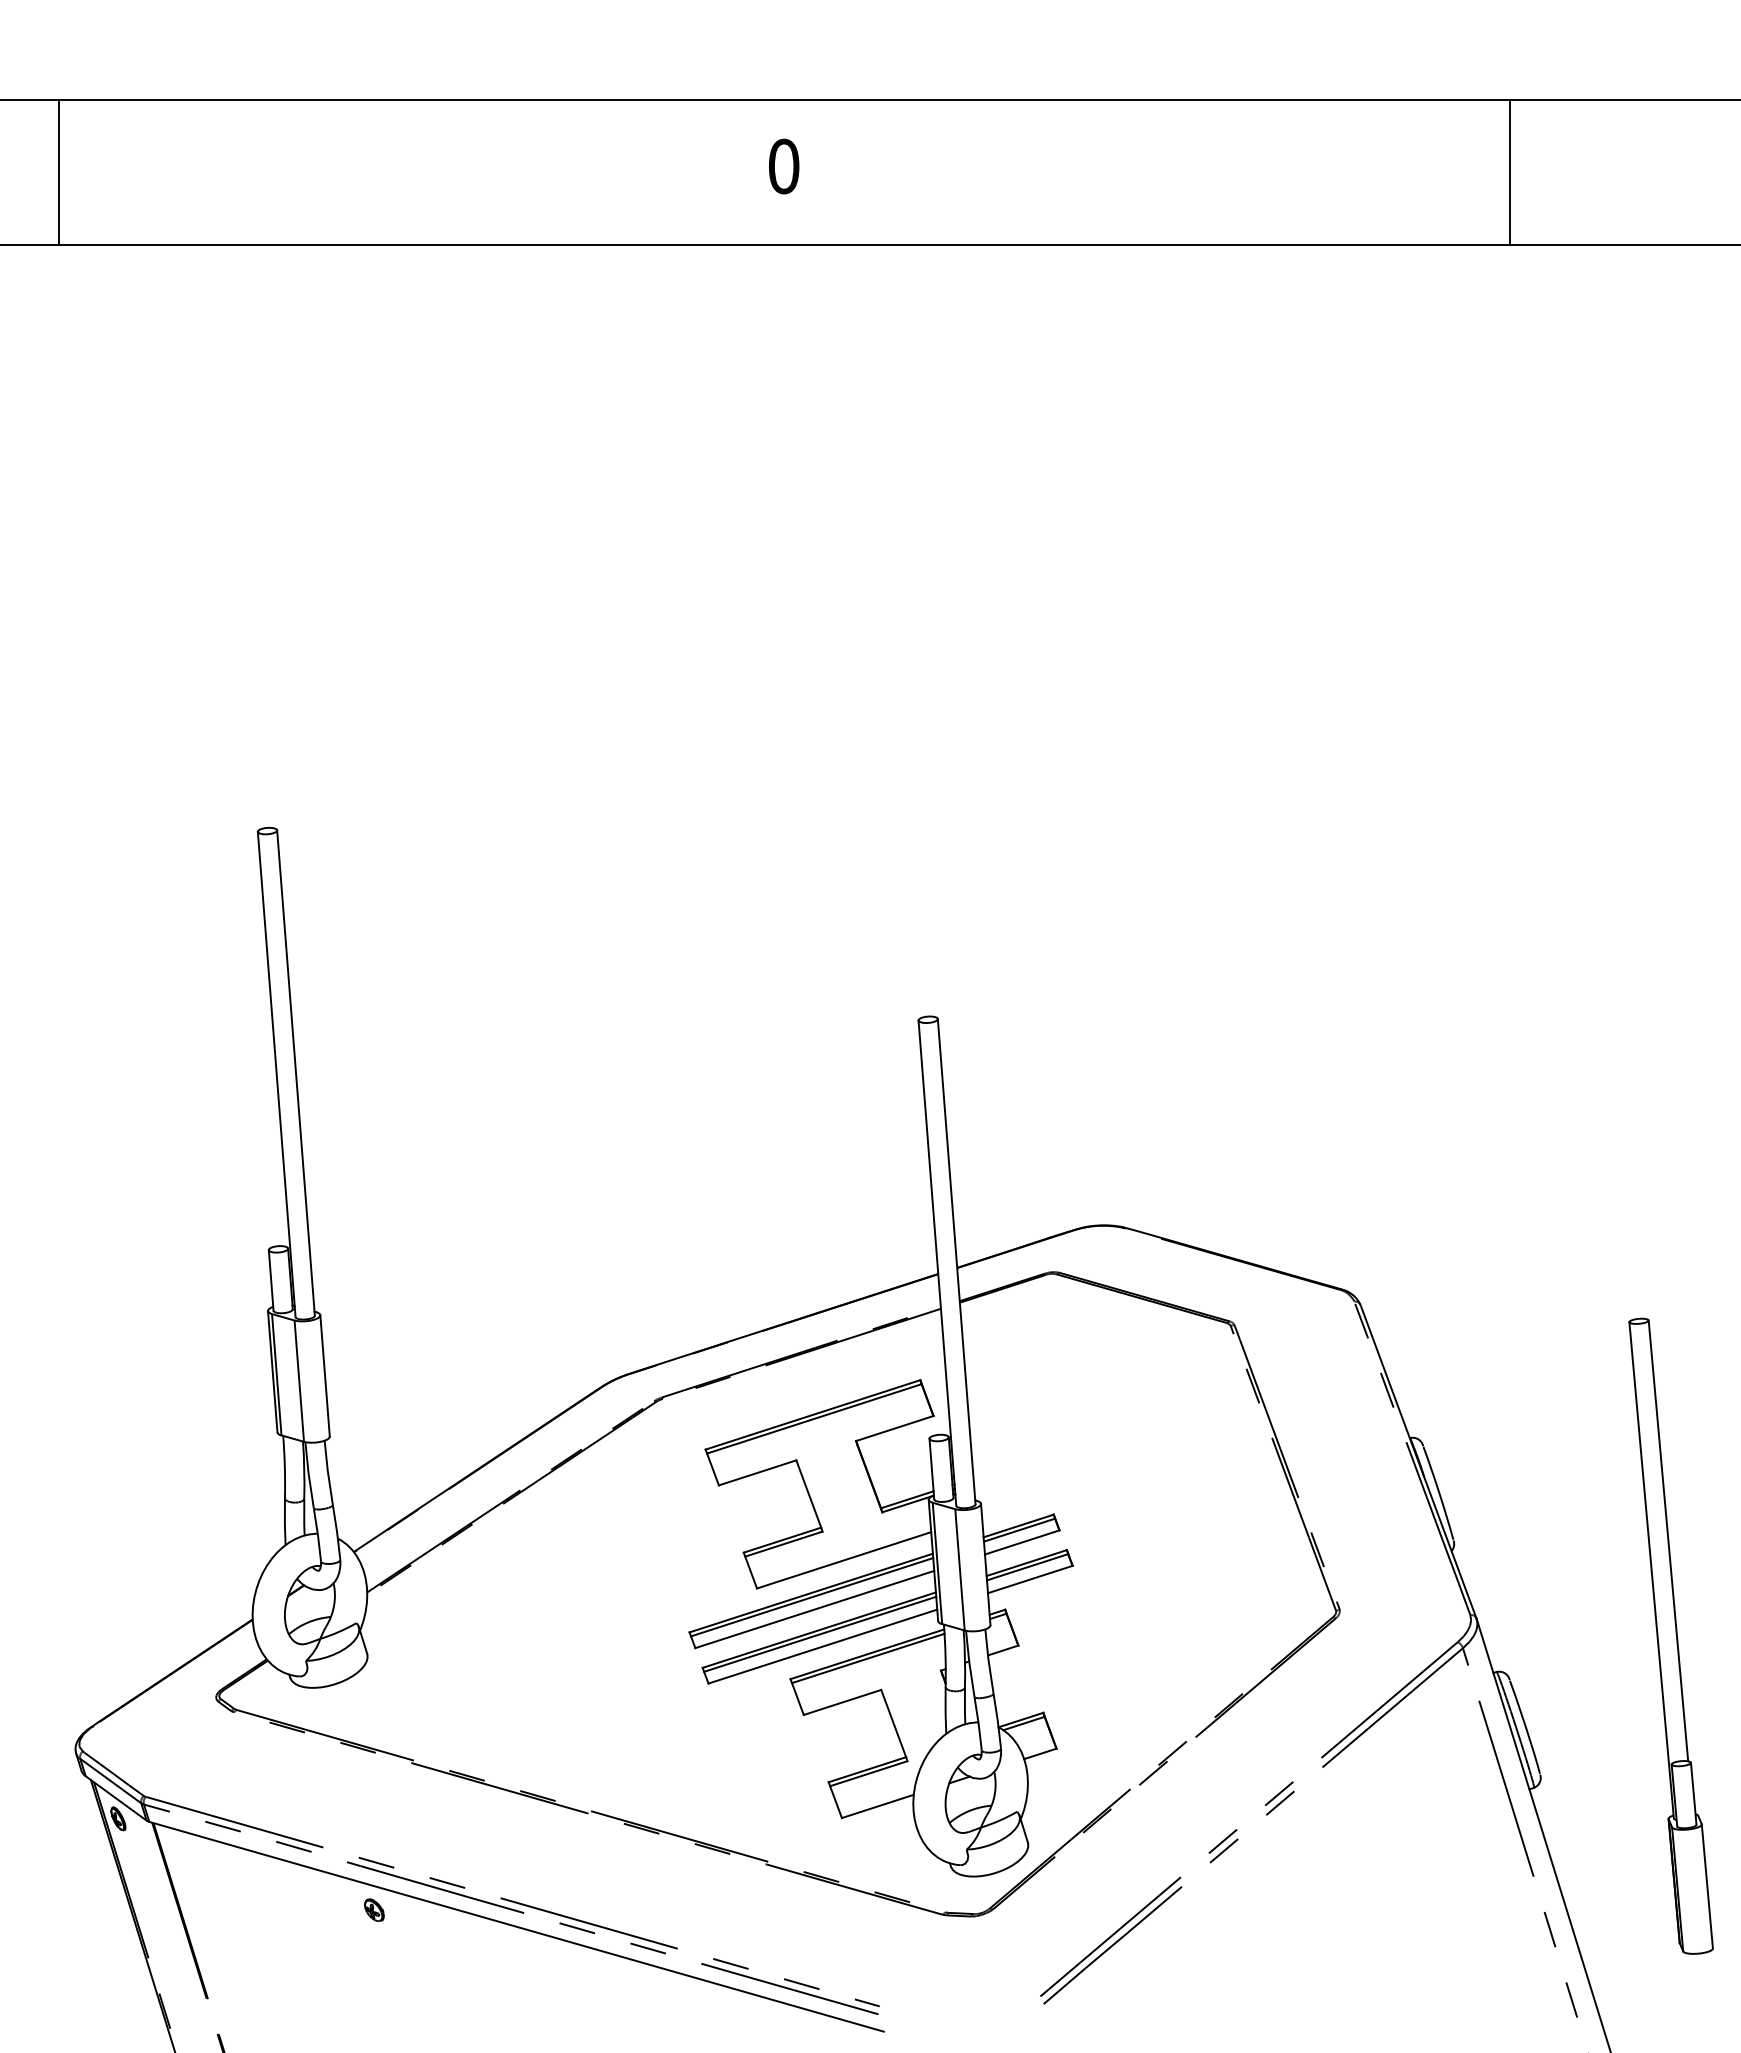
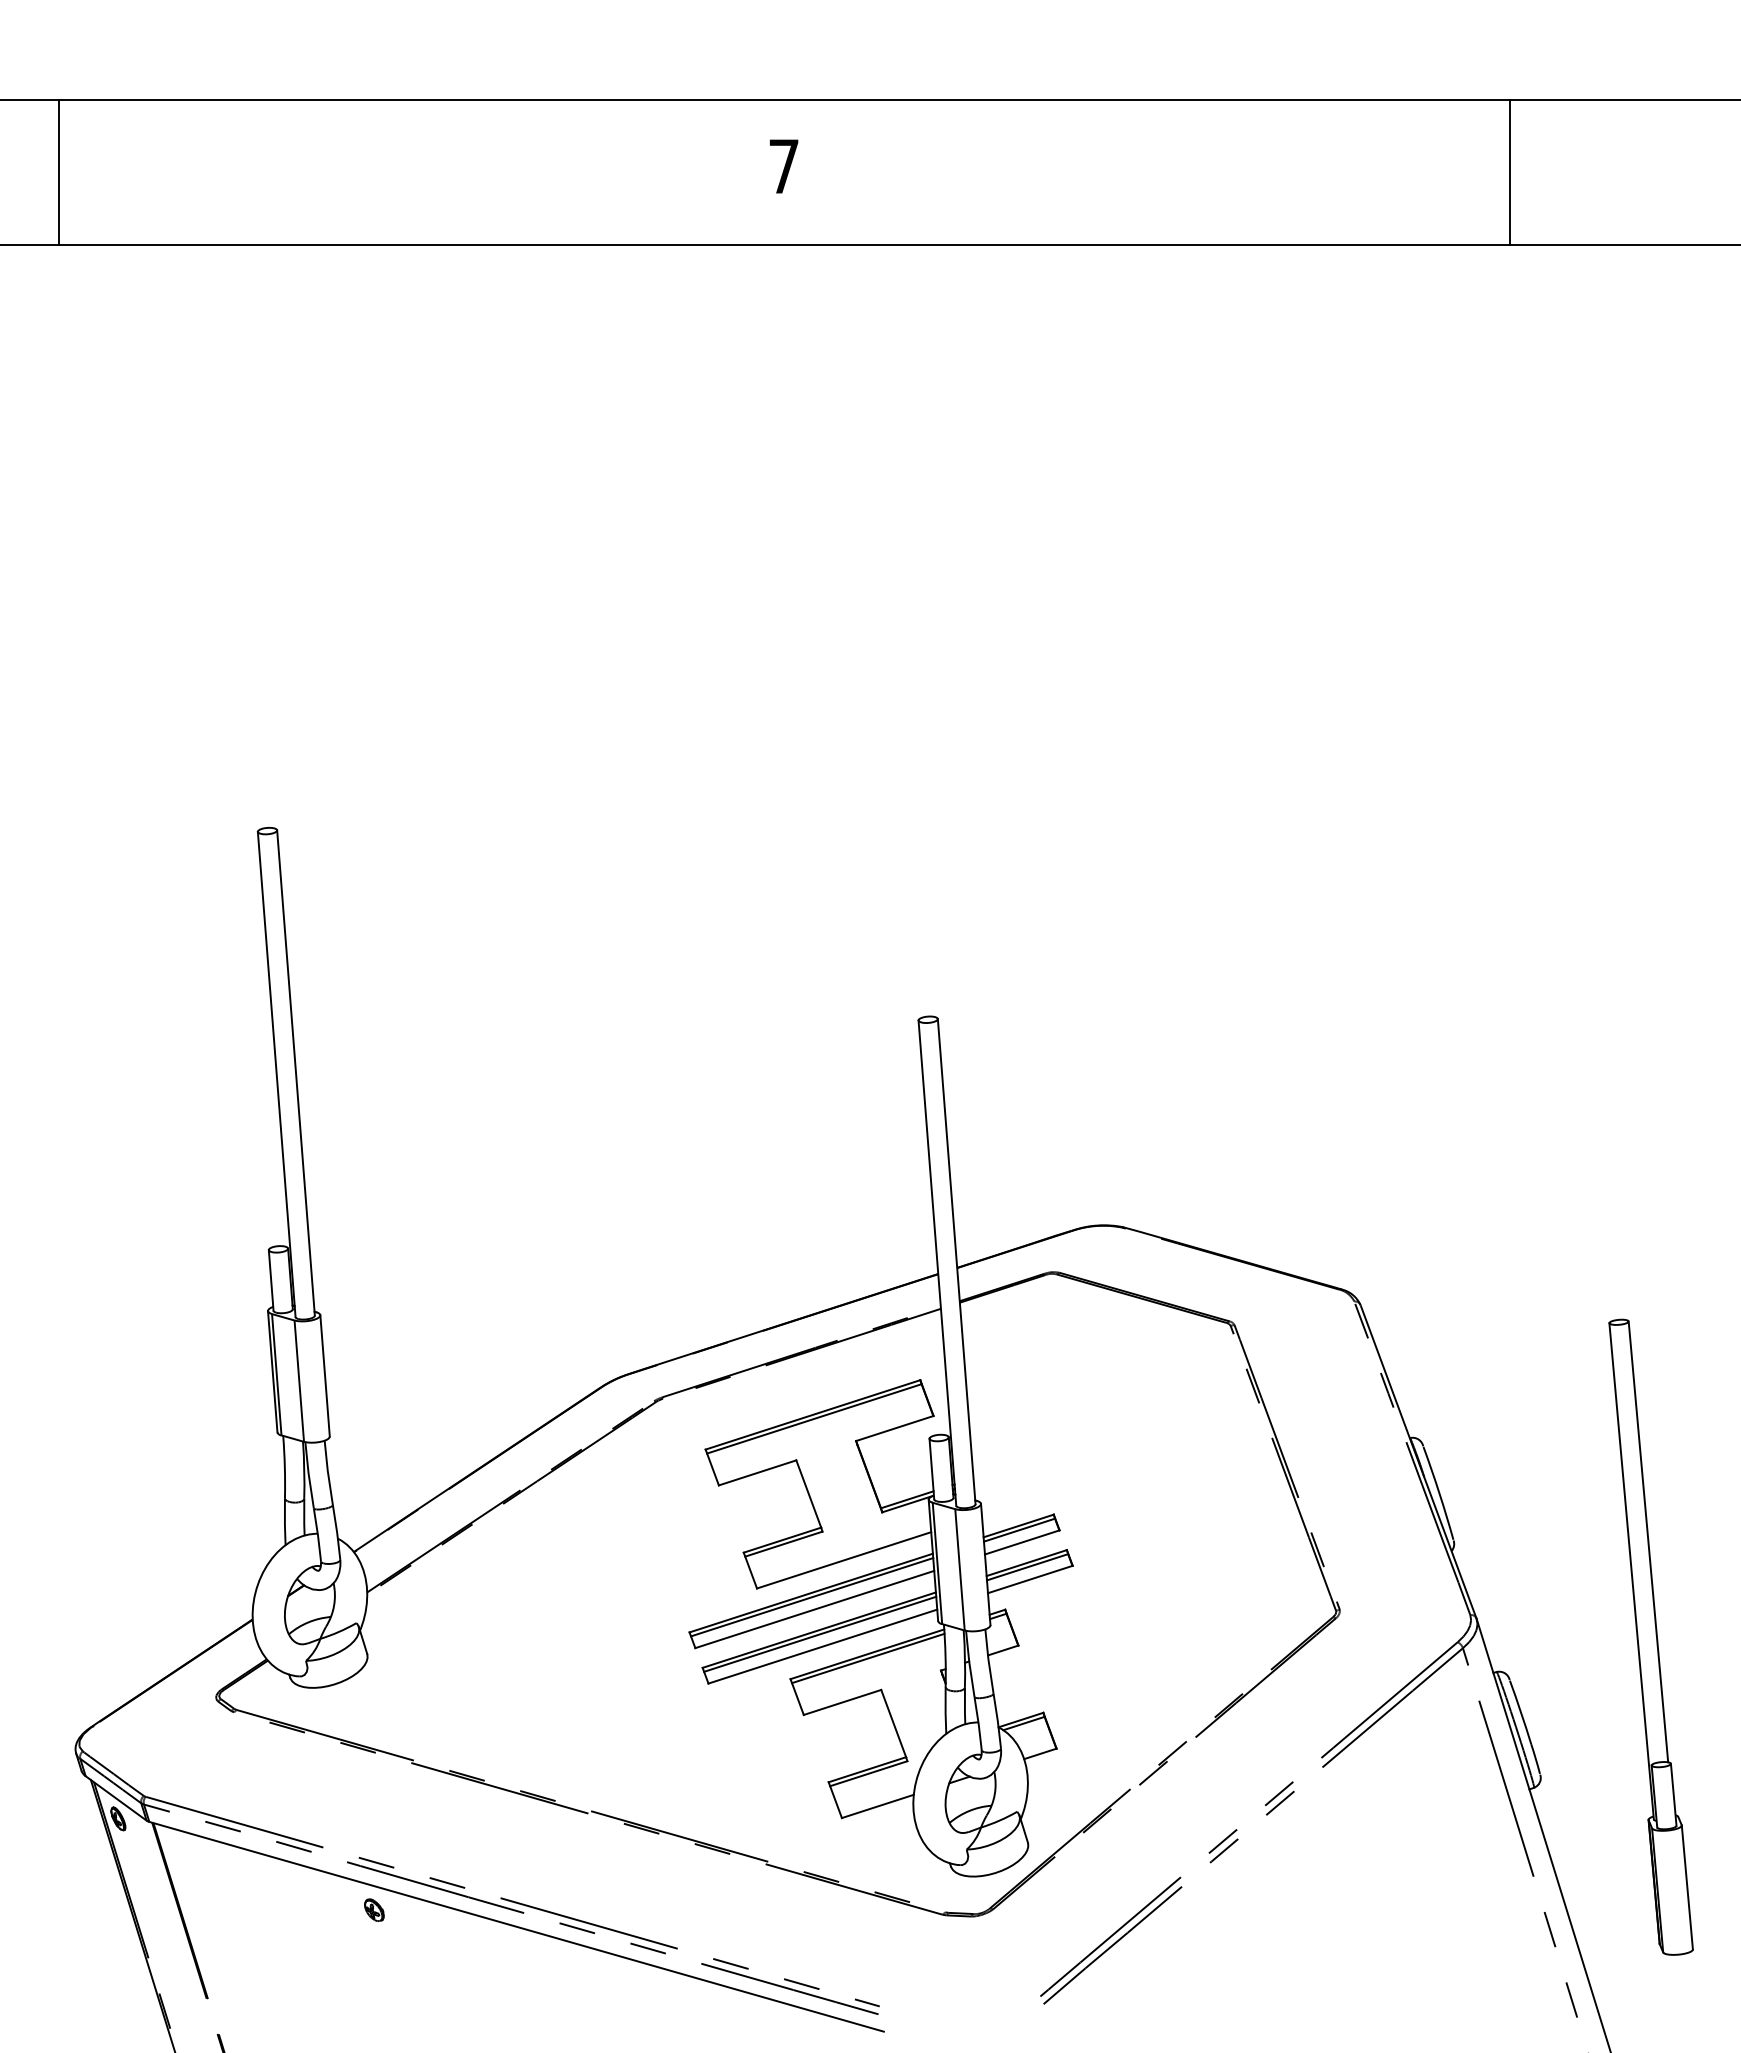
text at (784, 166): 0 -> 7
part at (1670, 1635) position: (1670, 1635) -> (1650, 1636)
